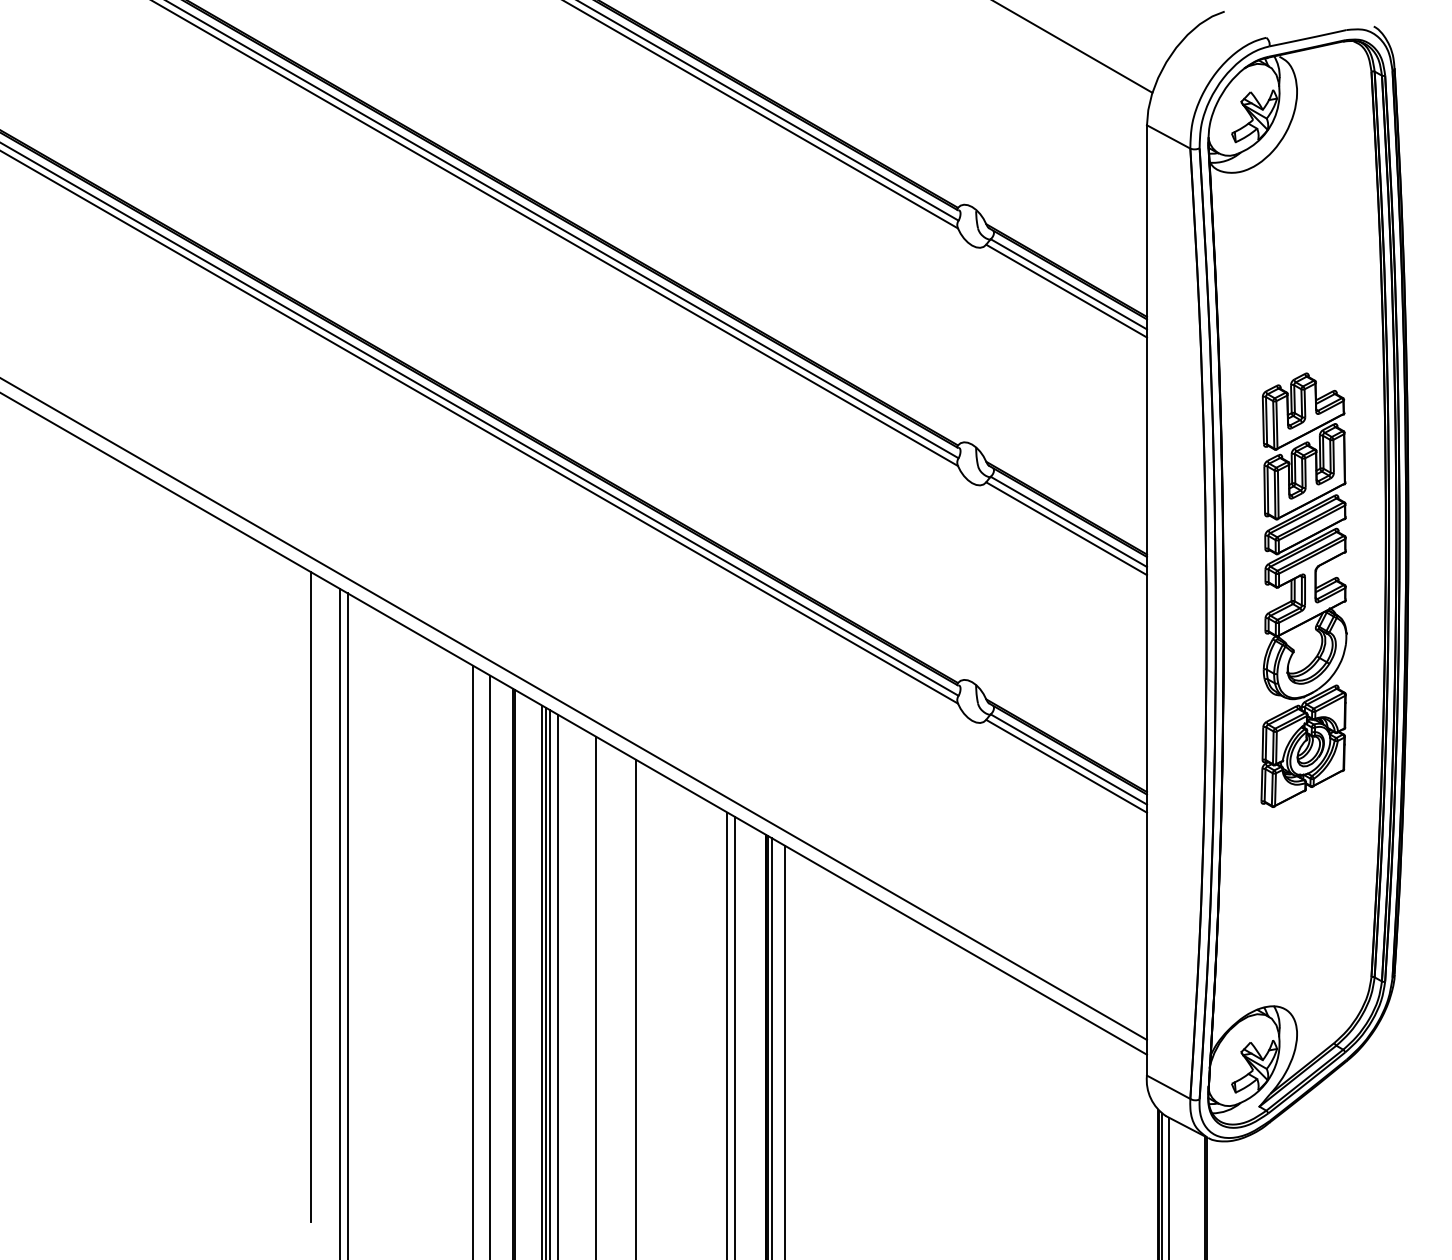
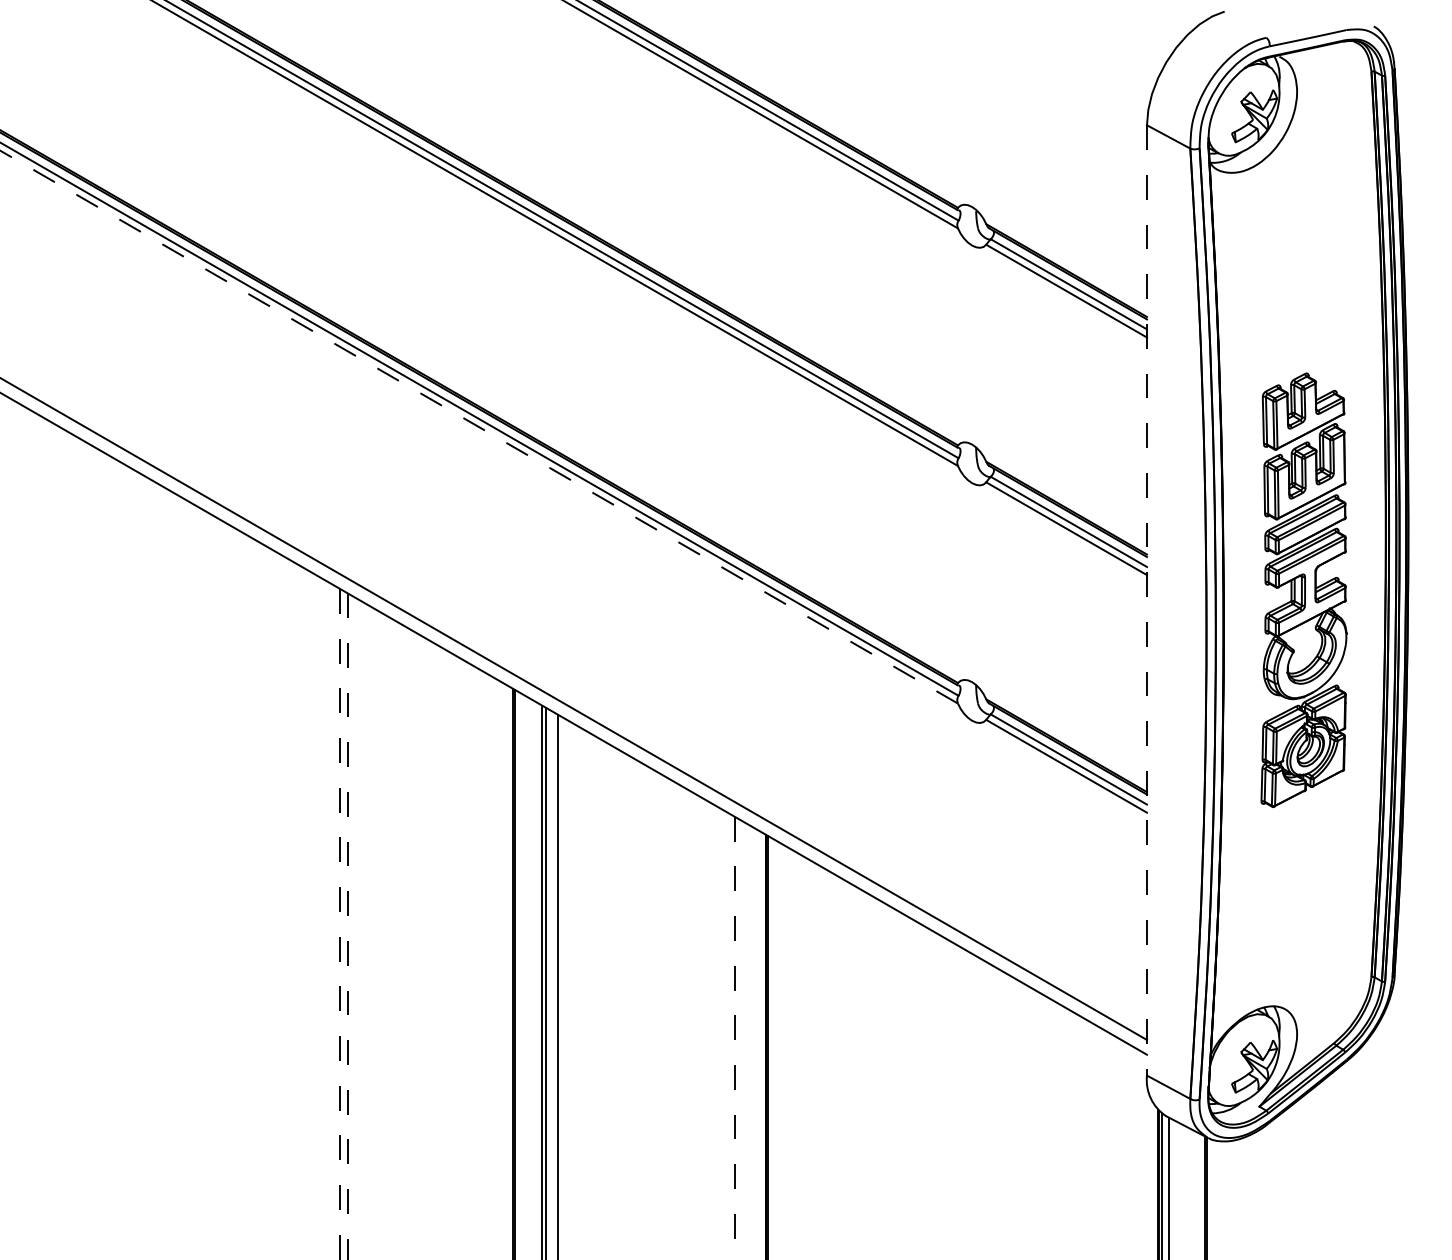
line at (1073, 47): present -> none
line at (479, 427): solid -> dashed
line at (1146, 600): solid -> dashed
line at (311, 897): present -> none
line at (340, 925): solid -> dashed
line at (347, 926): solid -> dashed
line at (473, 960): present -> none
line at (490, 965): present -> none
line at (550, 983): present -> none
line at (595, 996): present -> none
line at (635, 1007): present -> none
line at (727, 1034): present -> none
line at (734, 1037): solid -> dashed
line at (772, 1047): present -> none
line at (785, 1050): present -> none
